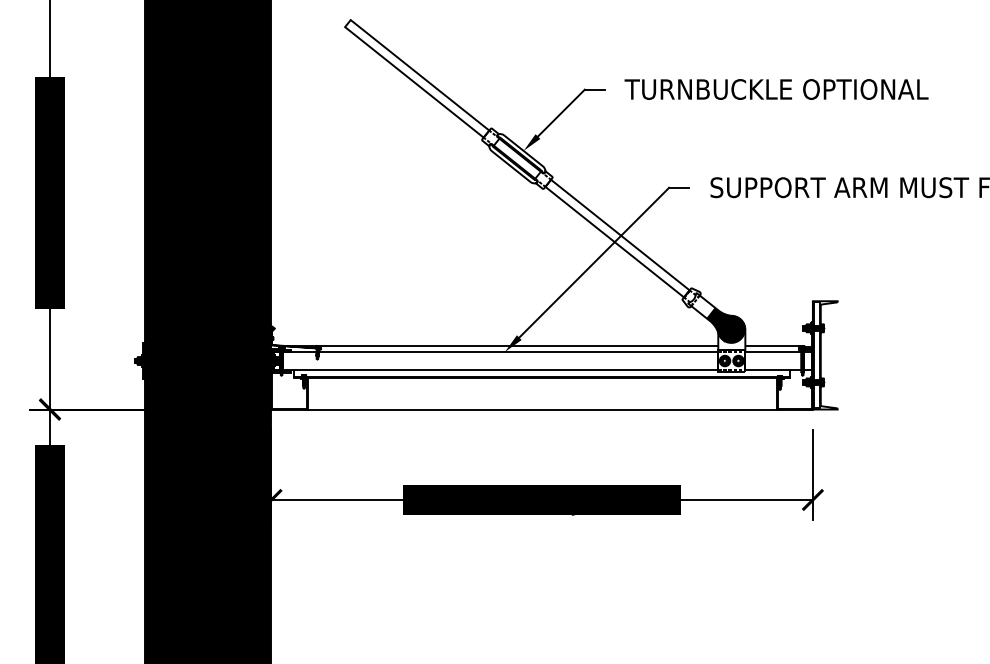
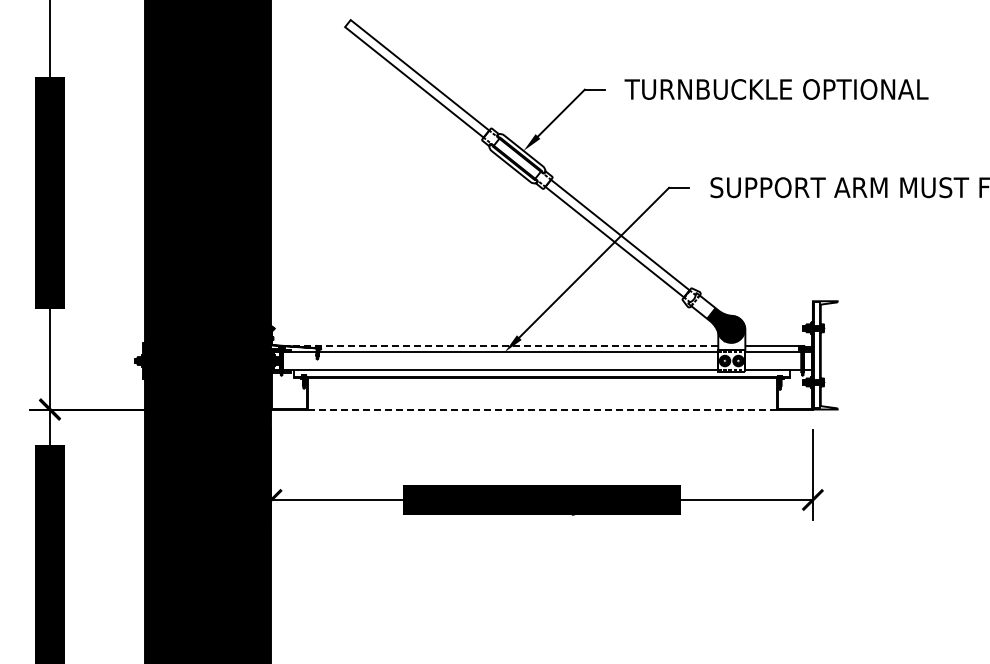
line at (501, 346): solid -> dashed
line at (542, 409): solid -> dashed
